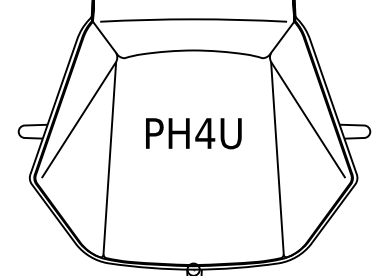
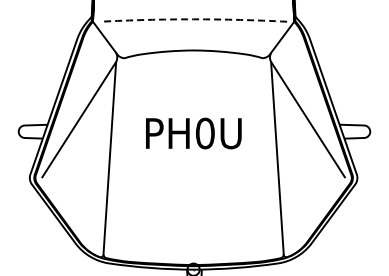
line at (193, 19): solid -> dashed
text at (205, 133): PH4U -> PH0U
